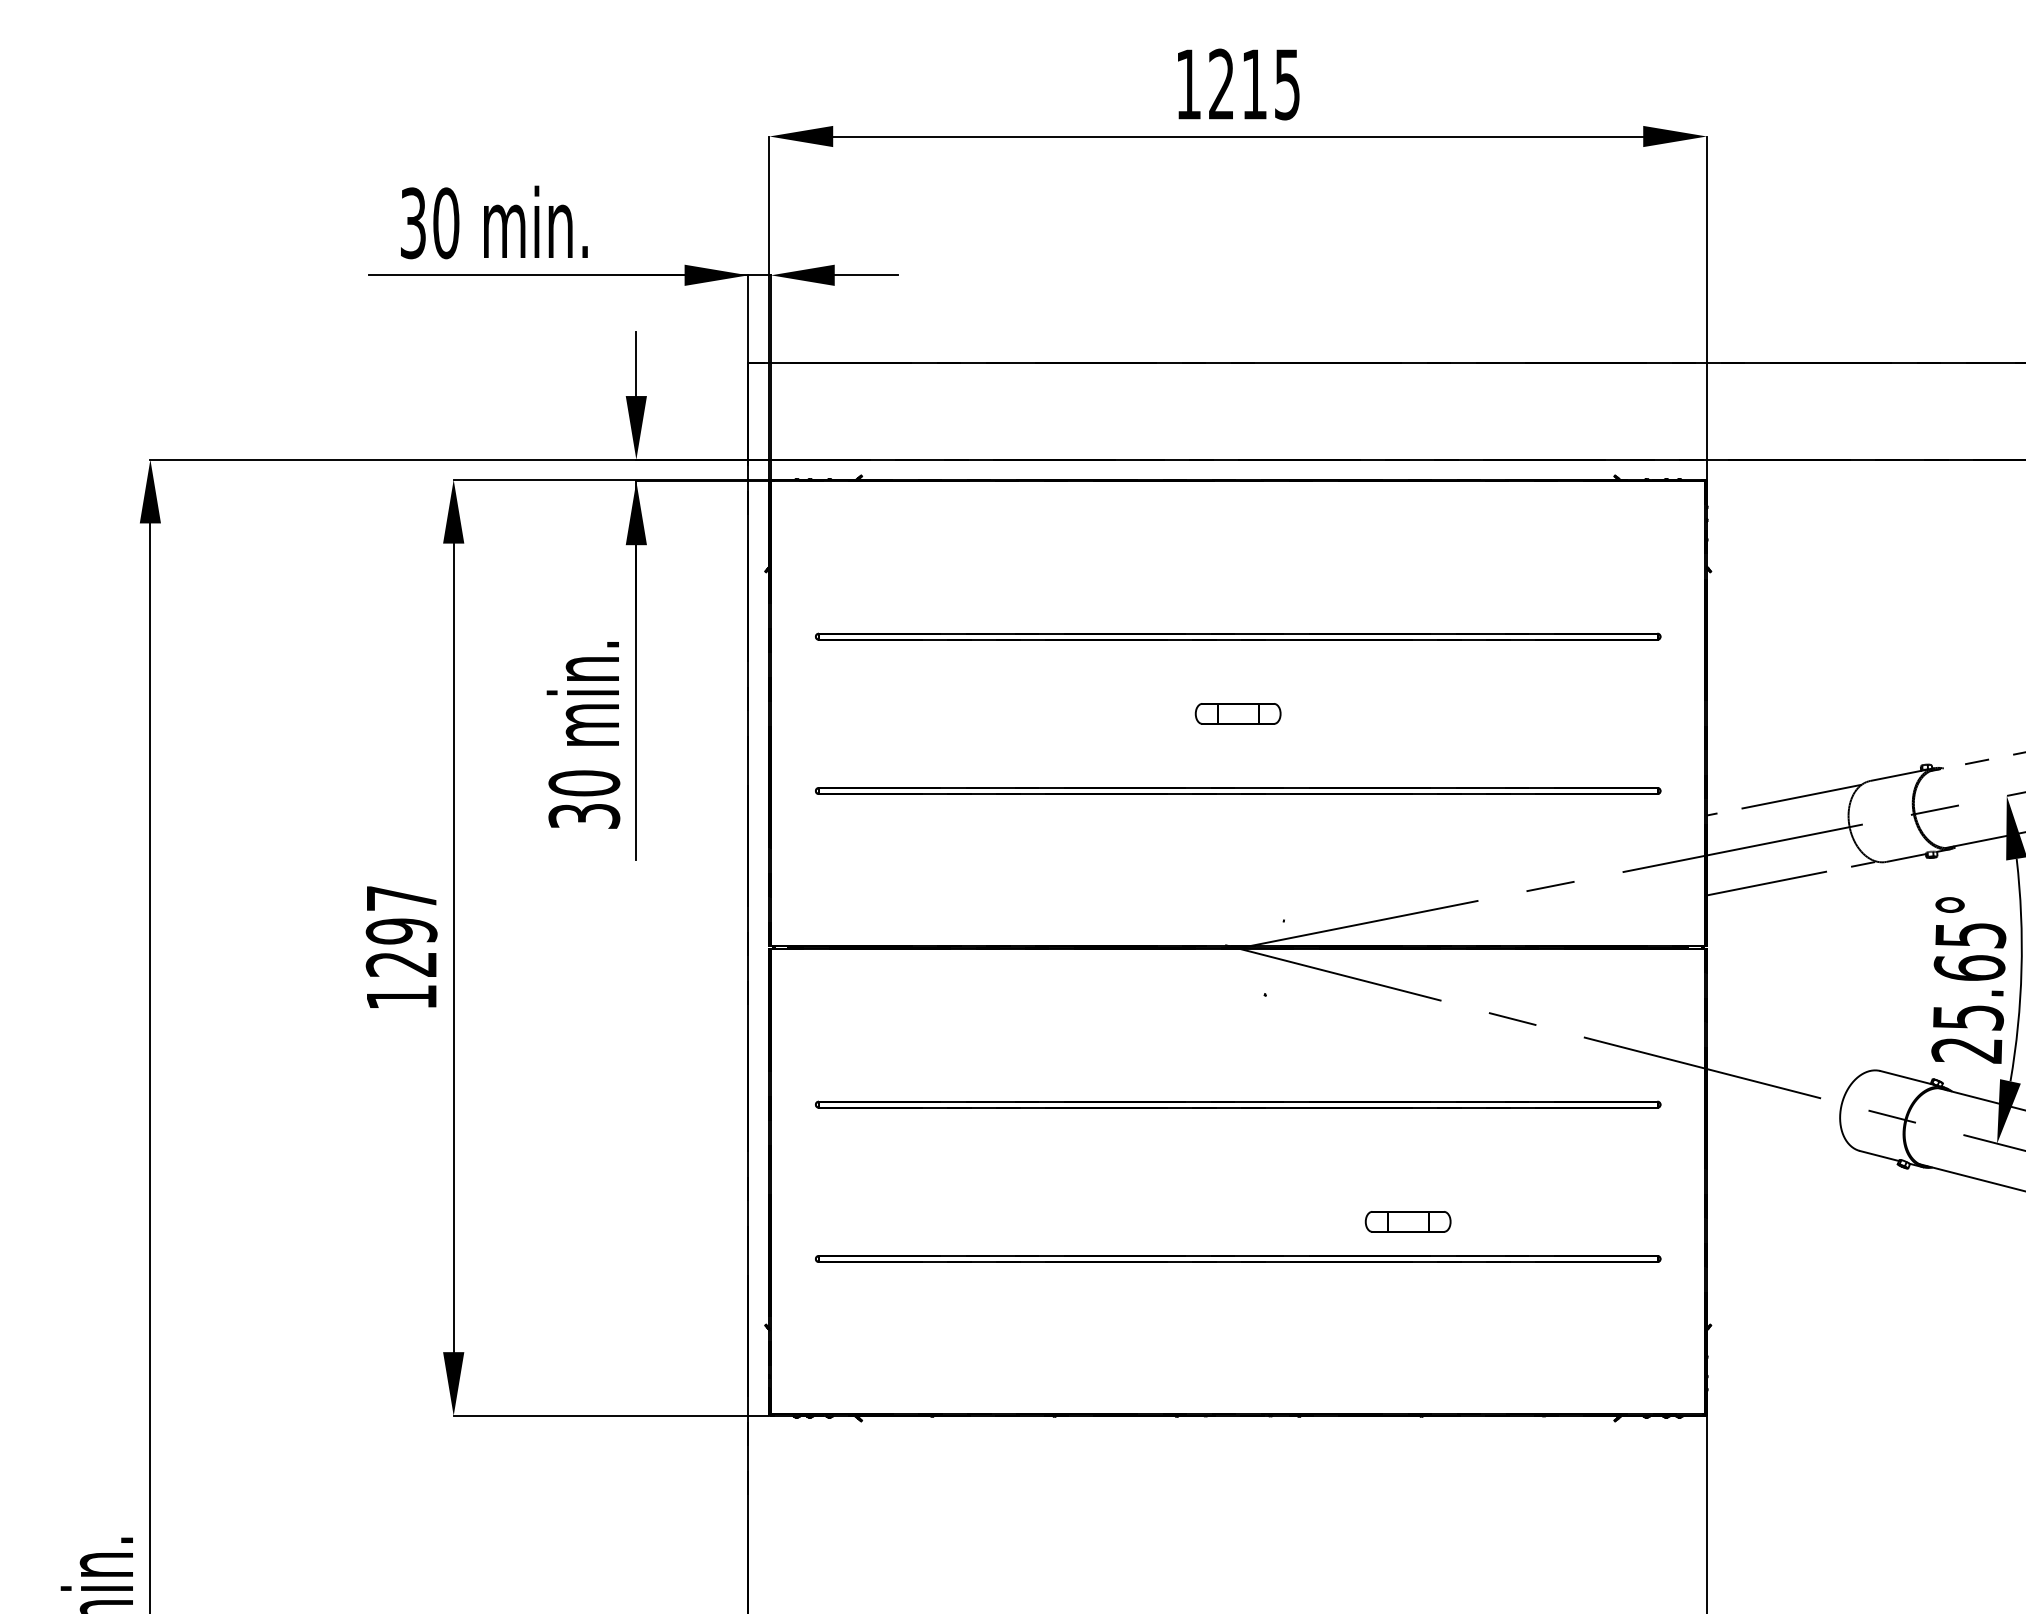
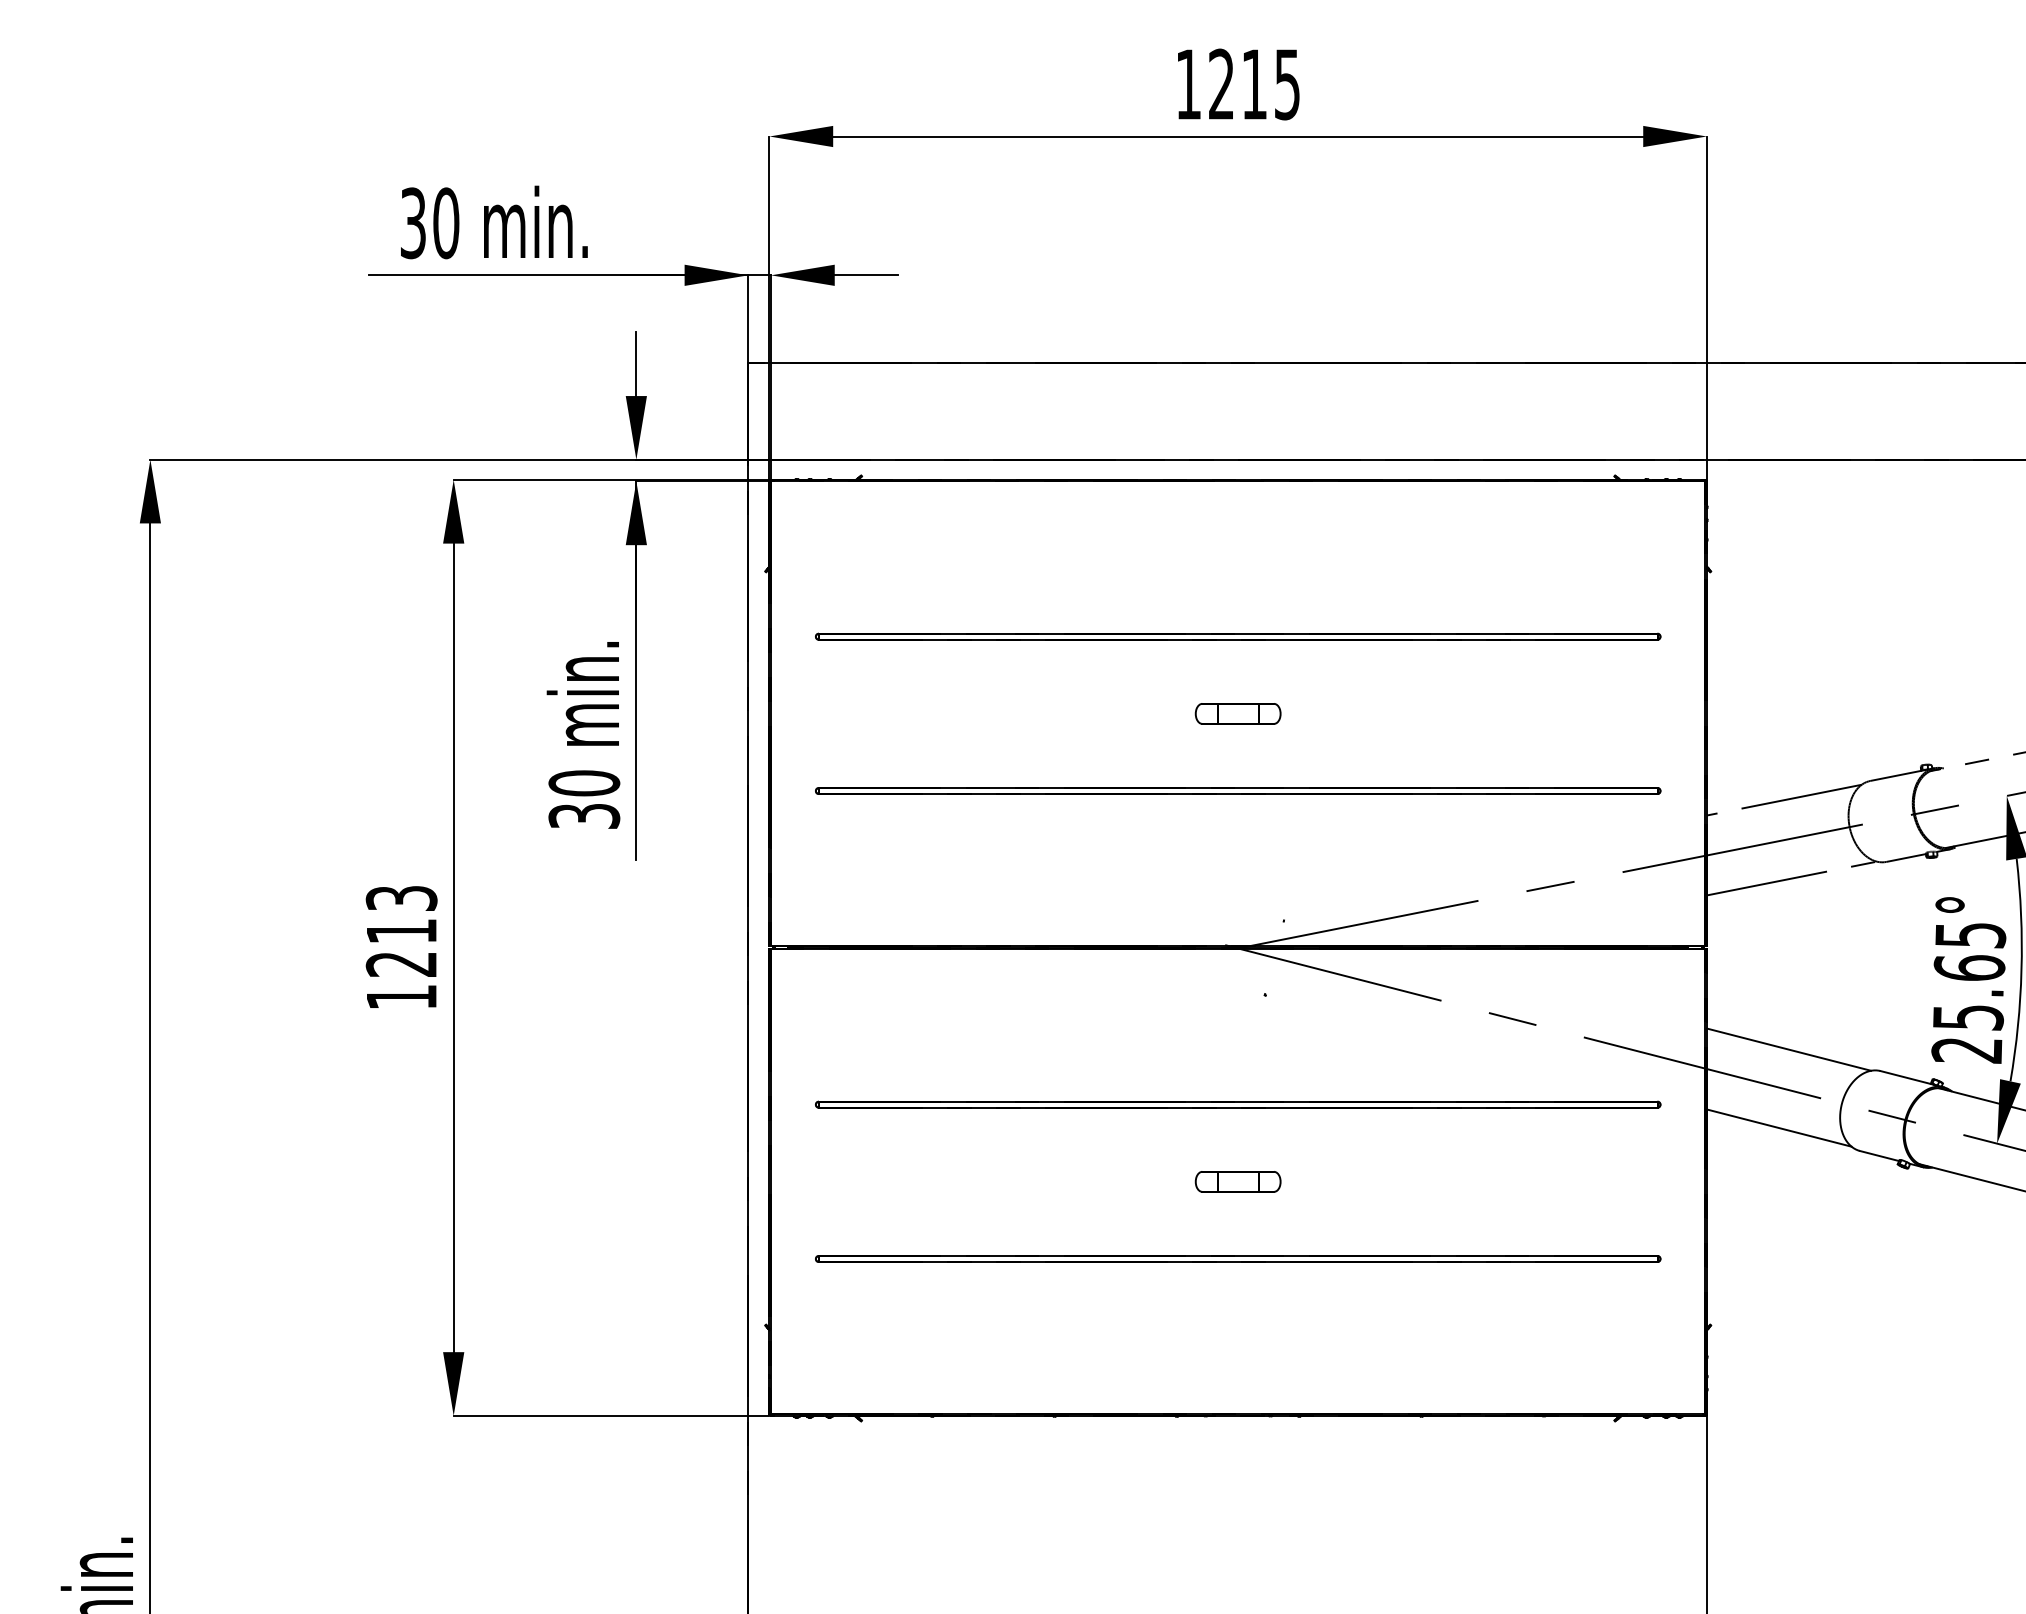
text at (401, 915): 1297 -> 1213
line at (1788, 1049): none -> present
line at (1778, 1127): none -> present
part at (1407, 1221) position: (1407, 1221) -> (1237, 1181)
